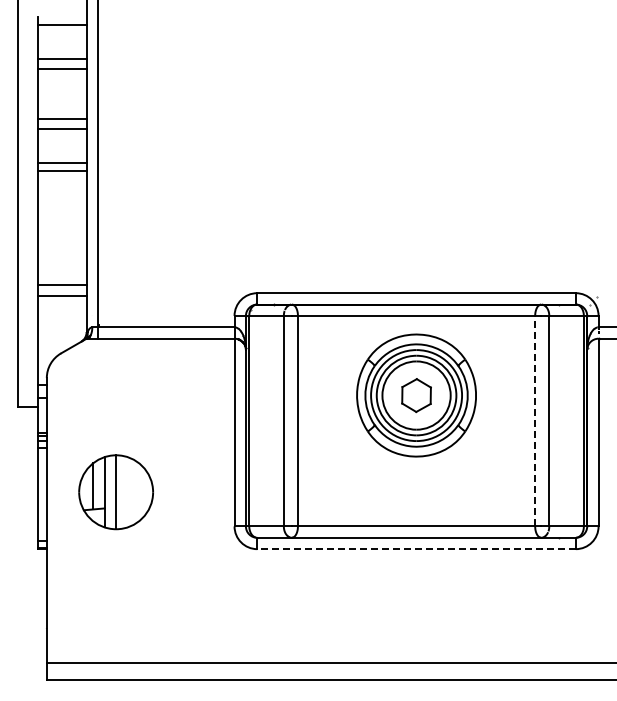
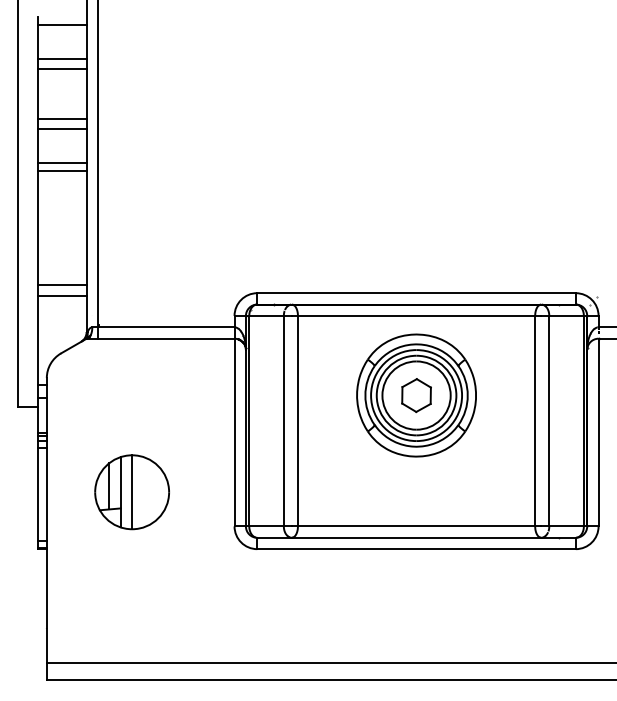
line at (535, 420): dashed -> solid
part at (115, 492) position: (115, 492) -> (131, 492)
line at (416, 549): dashed -> solid
